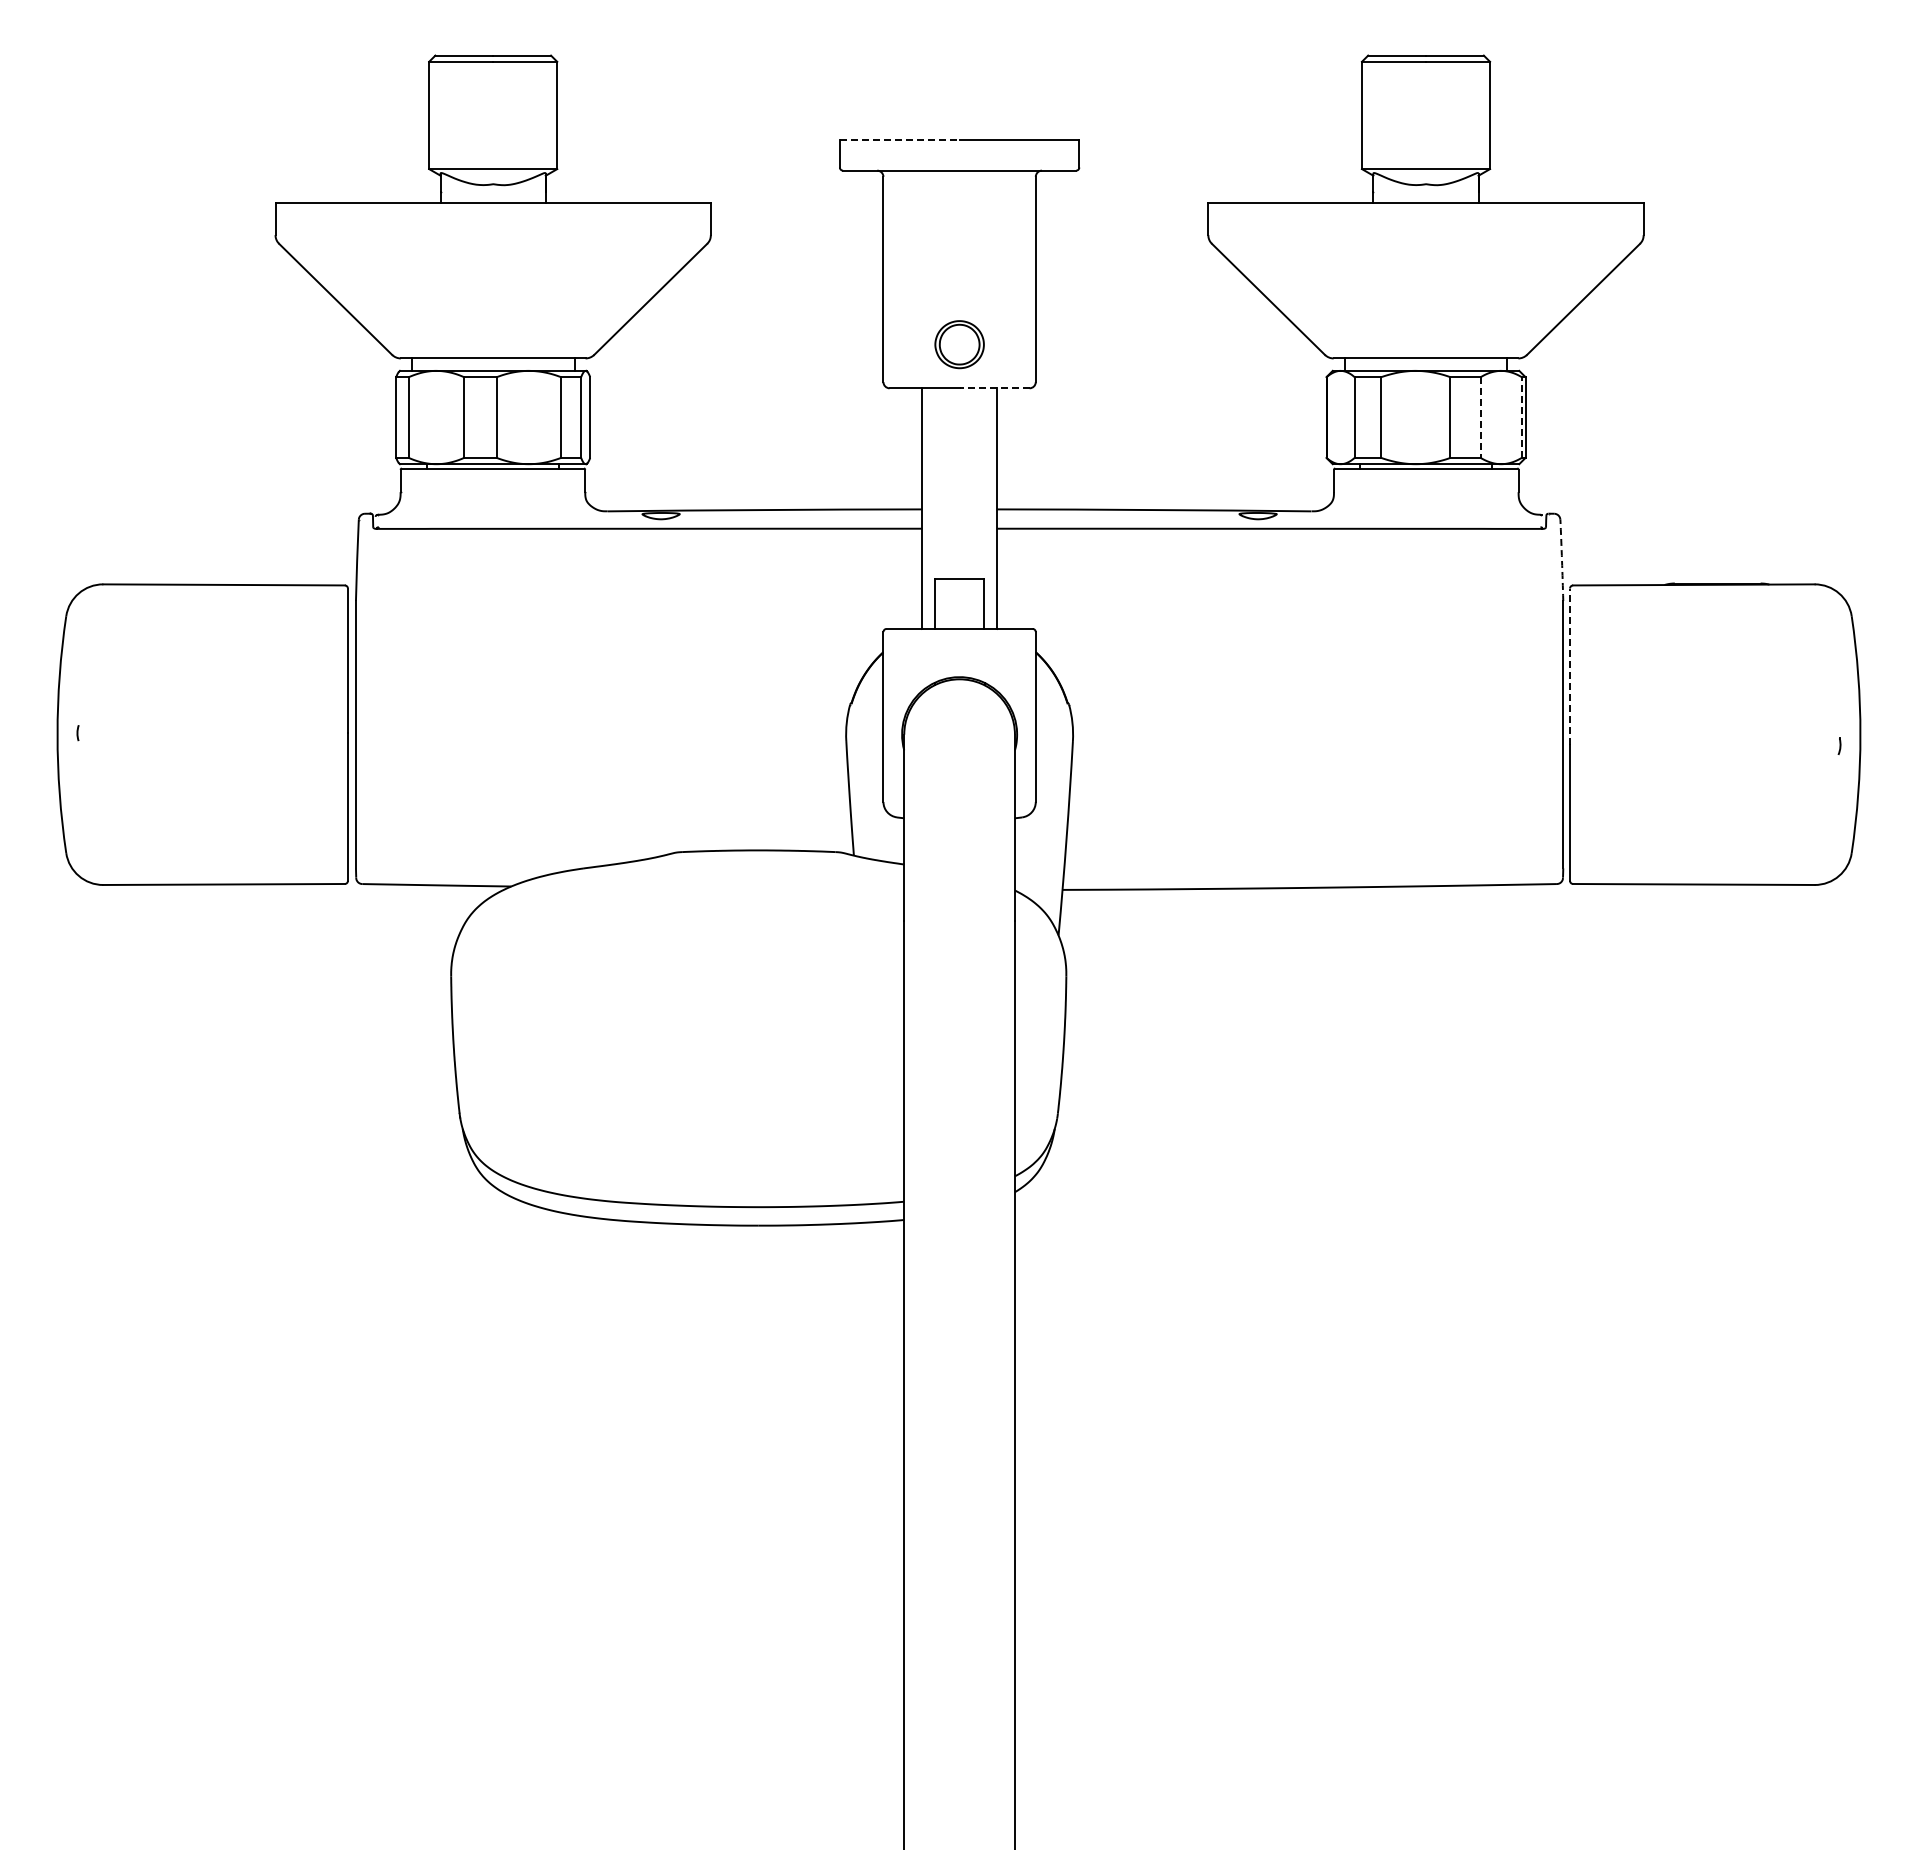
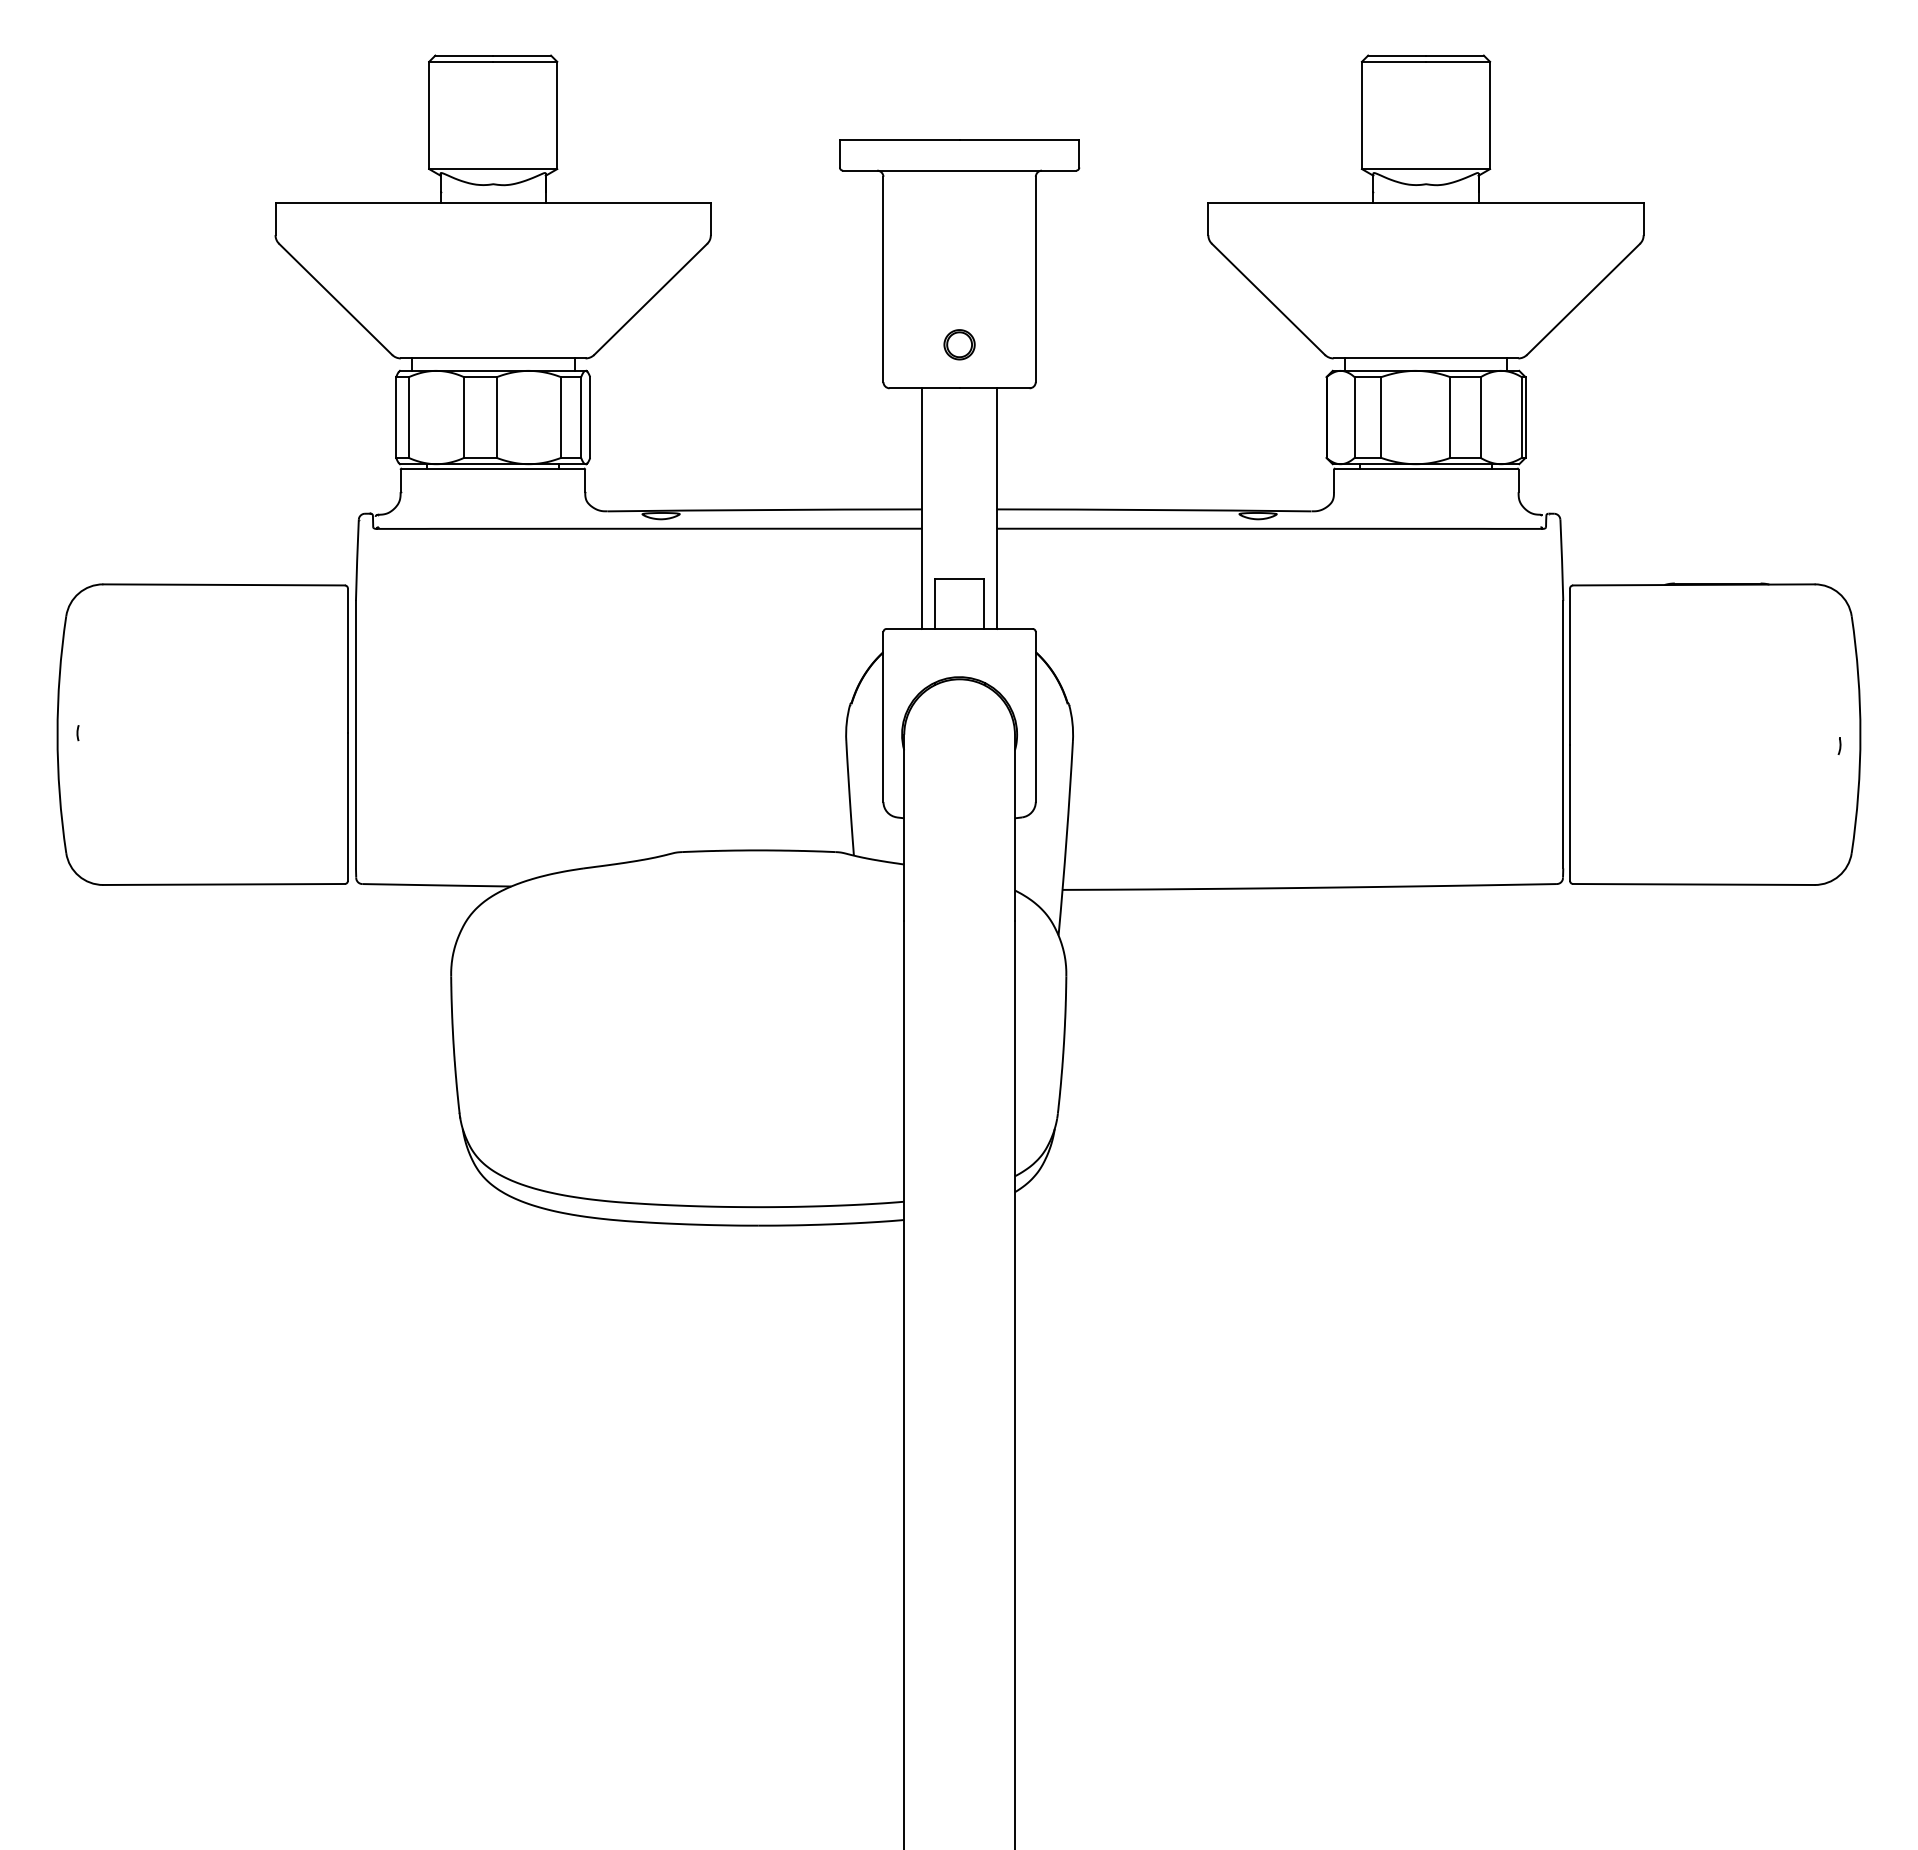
line at (899, 139): dashed -> solid
part at (959, 344) size: 51x50 px -> 33x32 px
line at (994, 388): dashed -> solid
line at (1521, 417): dashed -> solid
line at (1480, 418): dashed -> solid
arc at (1562, 560): dashed -> solid
line at (1570, 666): dashed -> solid
